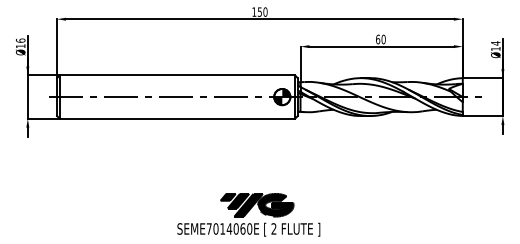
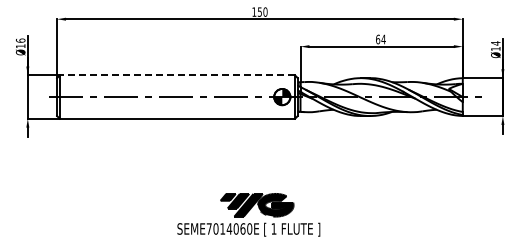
text at (383, 39): 60 -> 64
line at (177, 75): solid -> dashed
text at (273, 228): 2 -> 1
